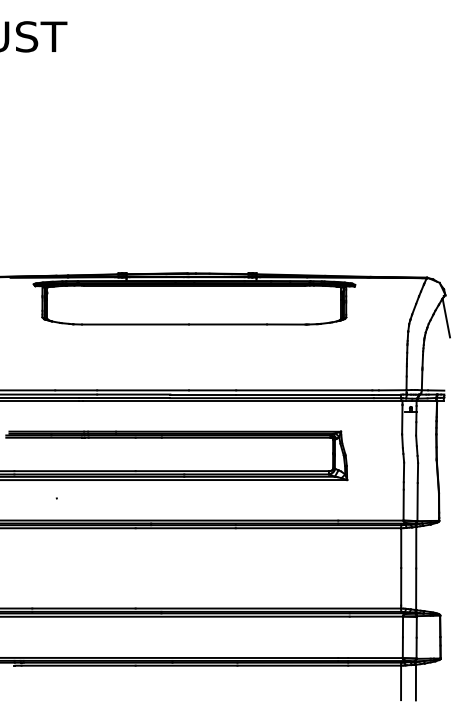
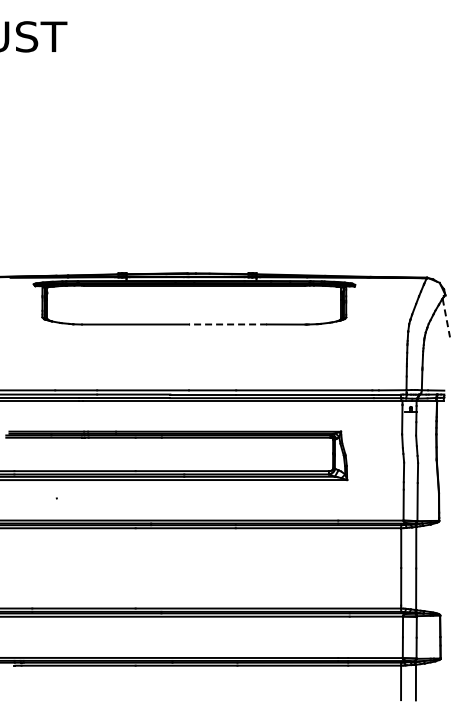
line at (446, 318): solid -> dashed
line at (227, 324): solid -> dashed
